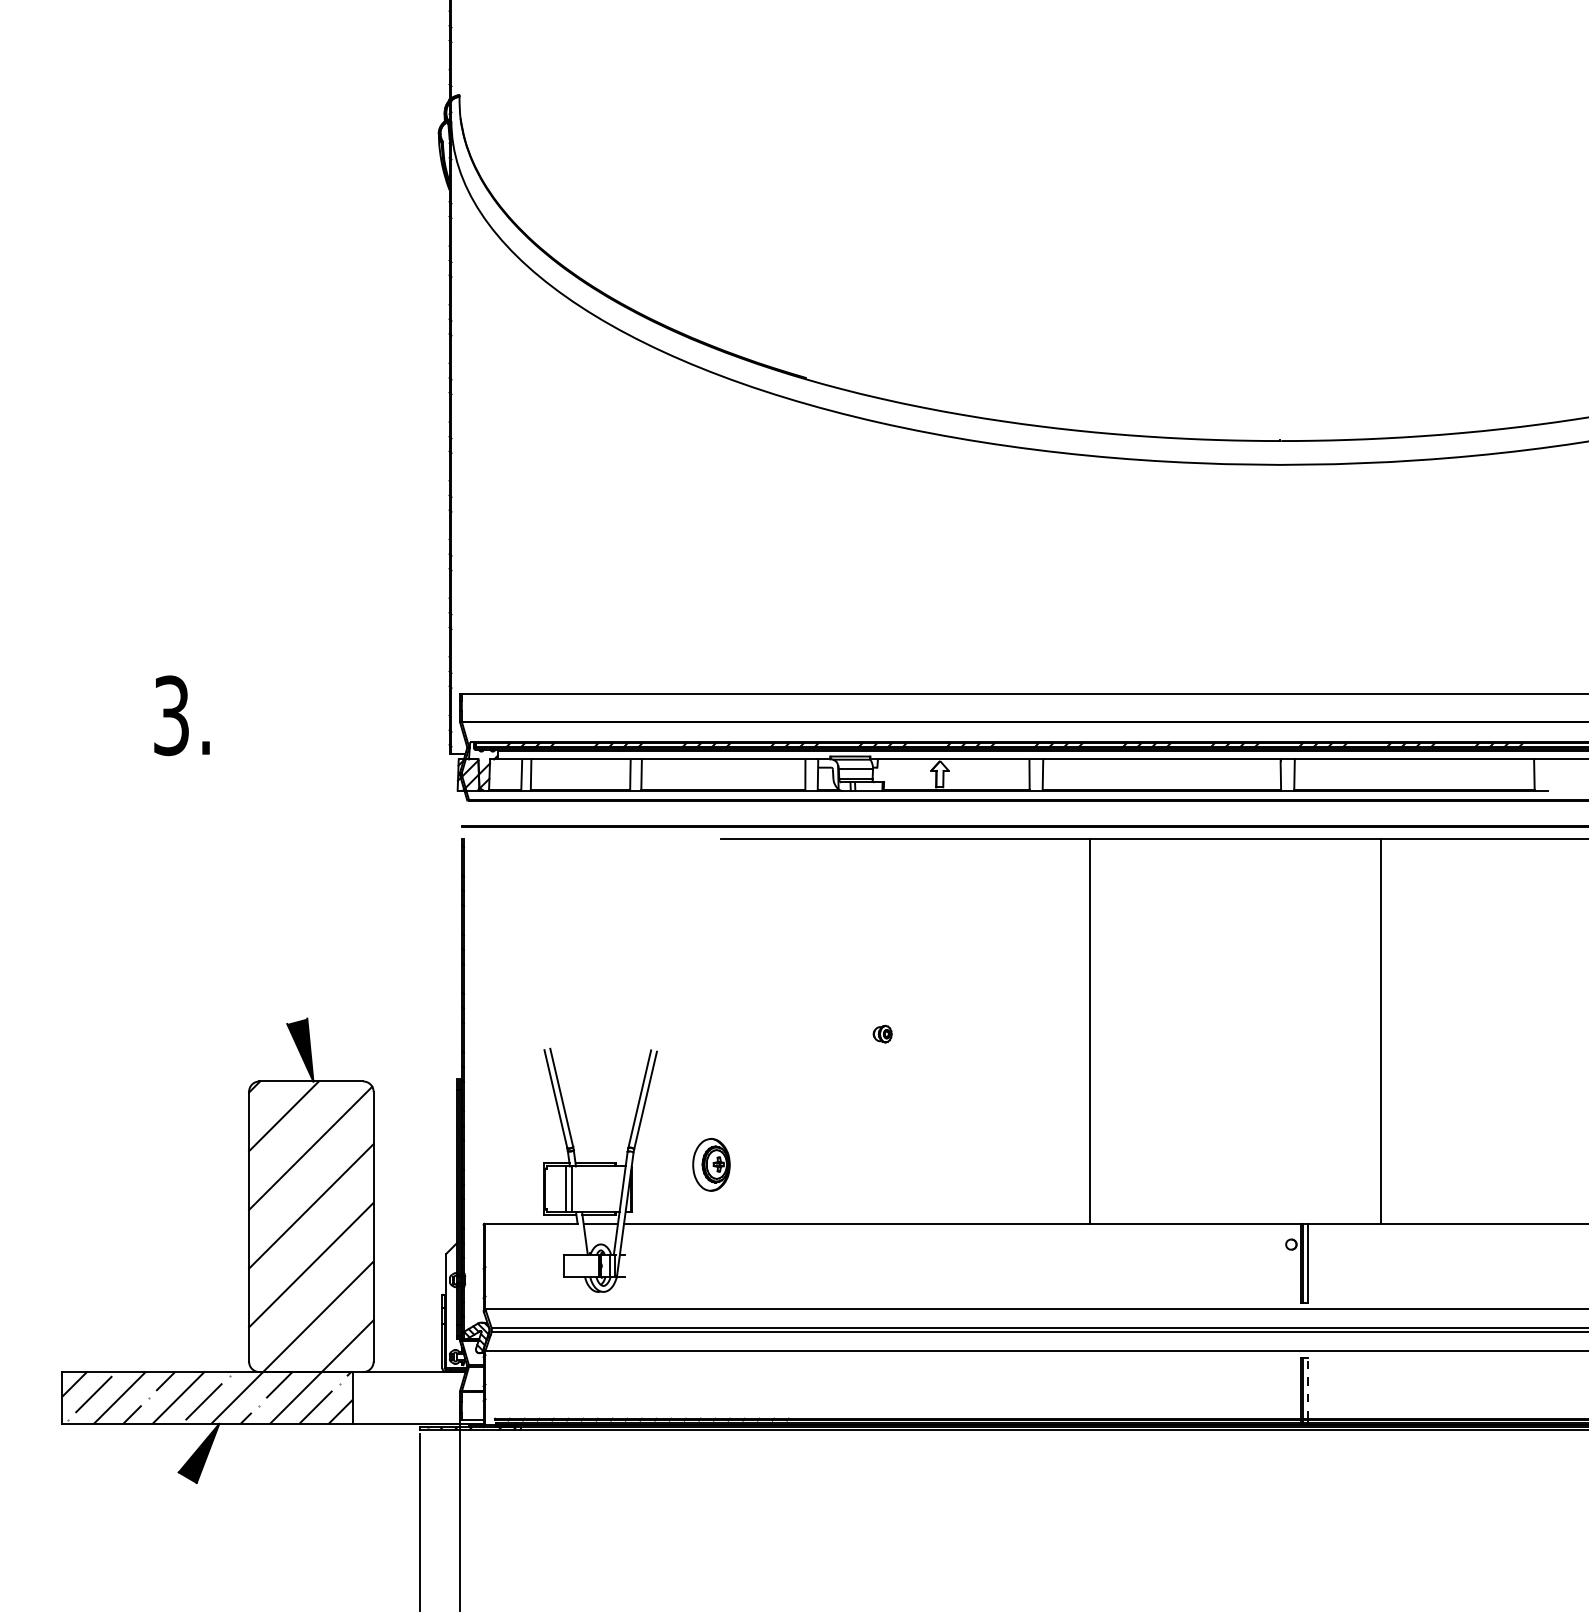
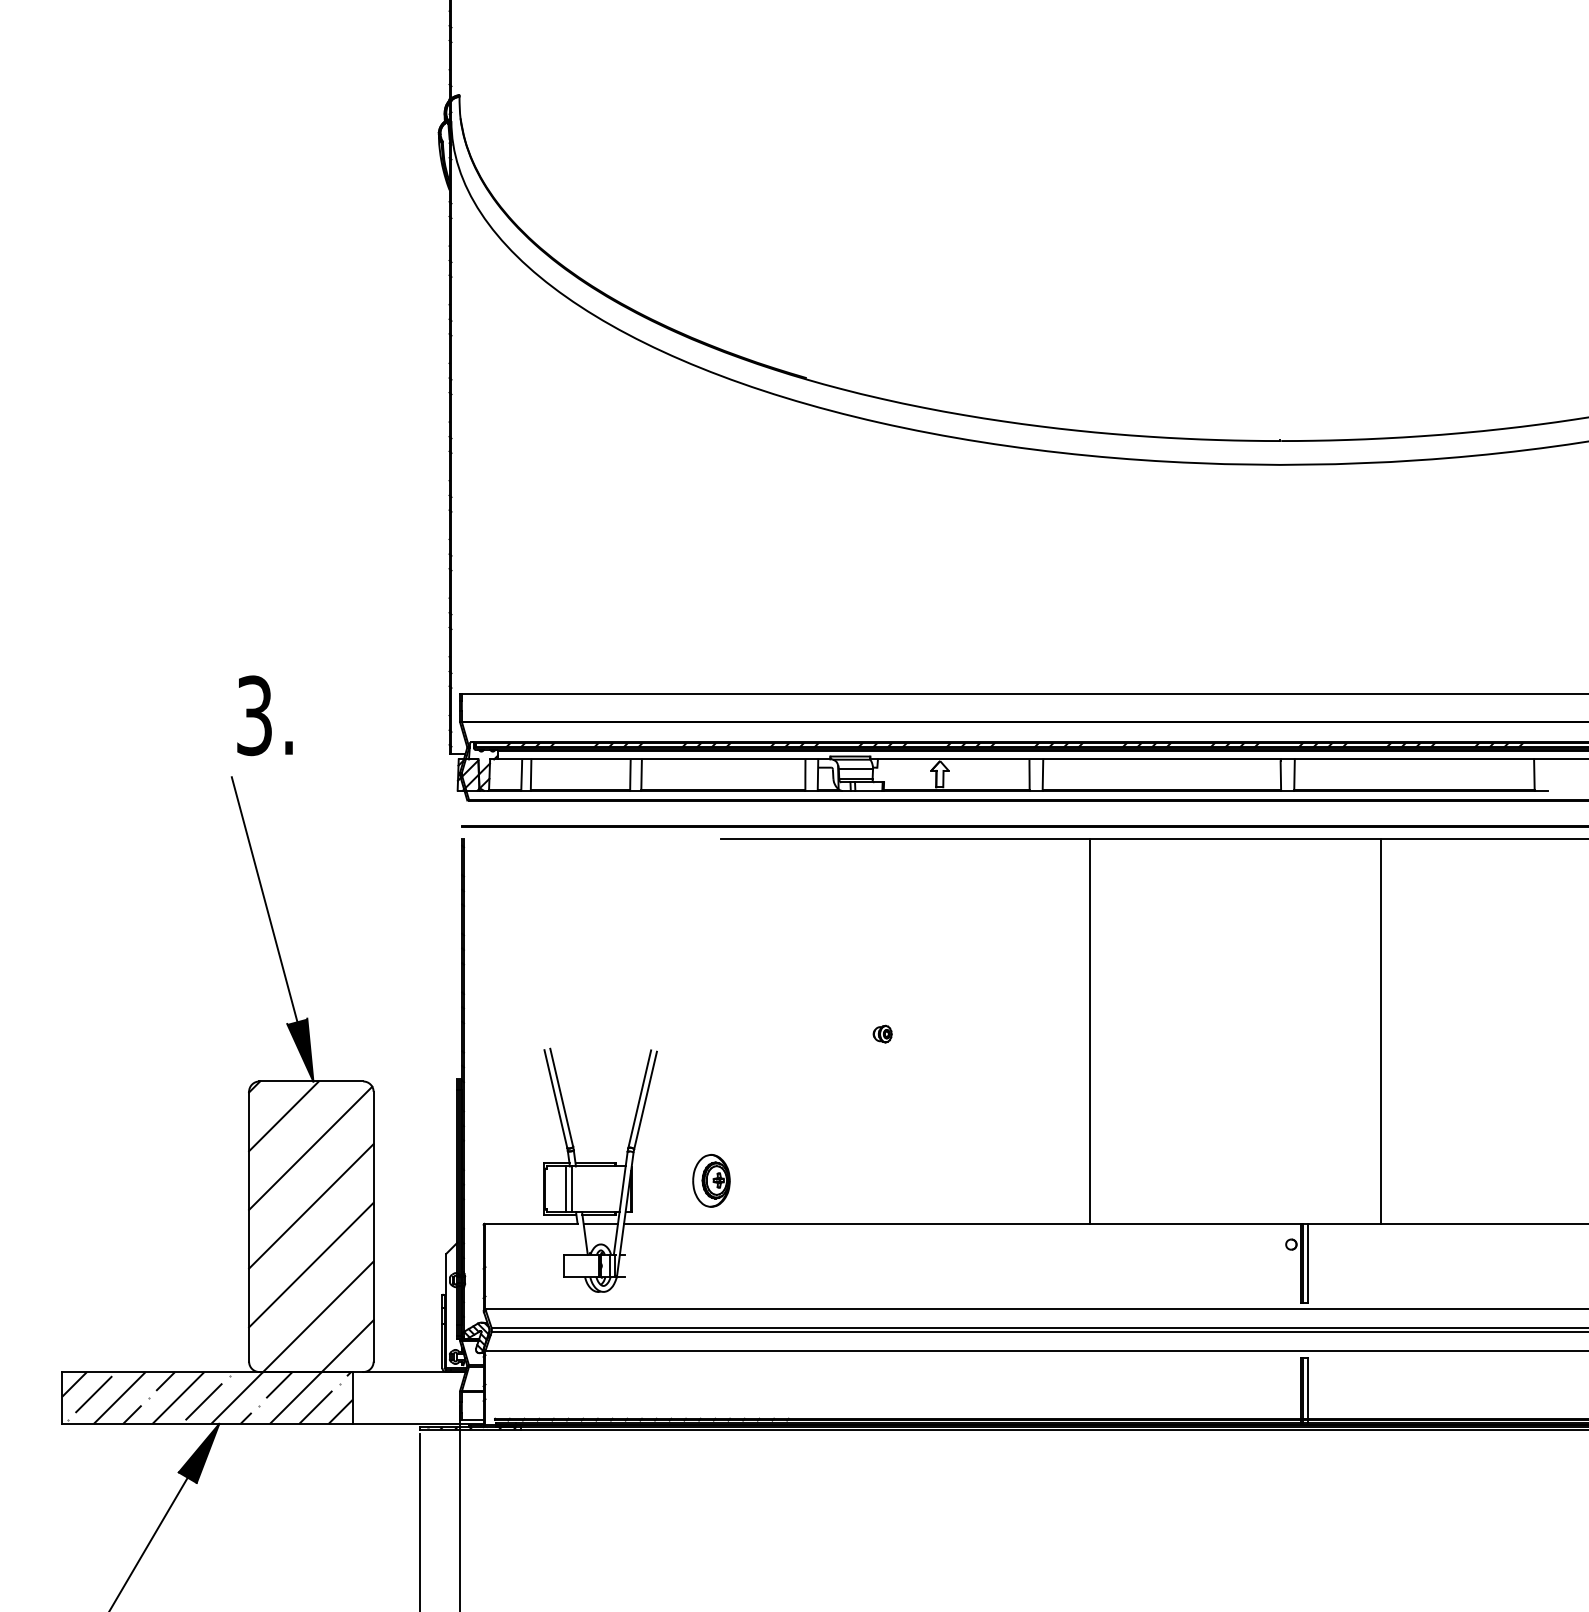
text at (181, 715) position: (181, 715) -> (264, 715)
line at (264, 899): none -> present
part at (711, 1164) position: (711, 1164) -> (711, 1180)
line at (1307, 1388): dashed -> solid
line at (149, 1542): none -> present
